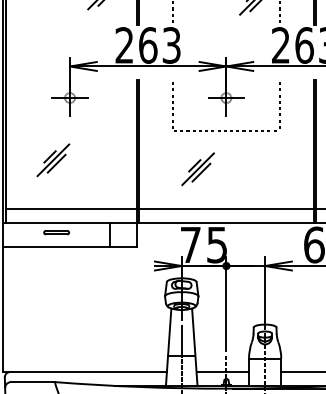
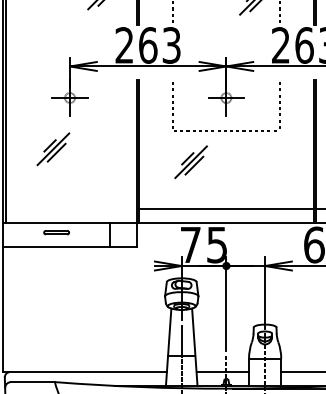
part at (53, 160) position: (53, 160) -> (53, 149)
part at (197, 169) position: (197, 169) -> (190, 162)
line at (70, 208): present -> none
